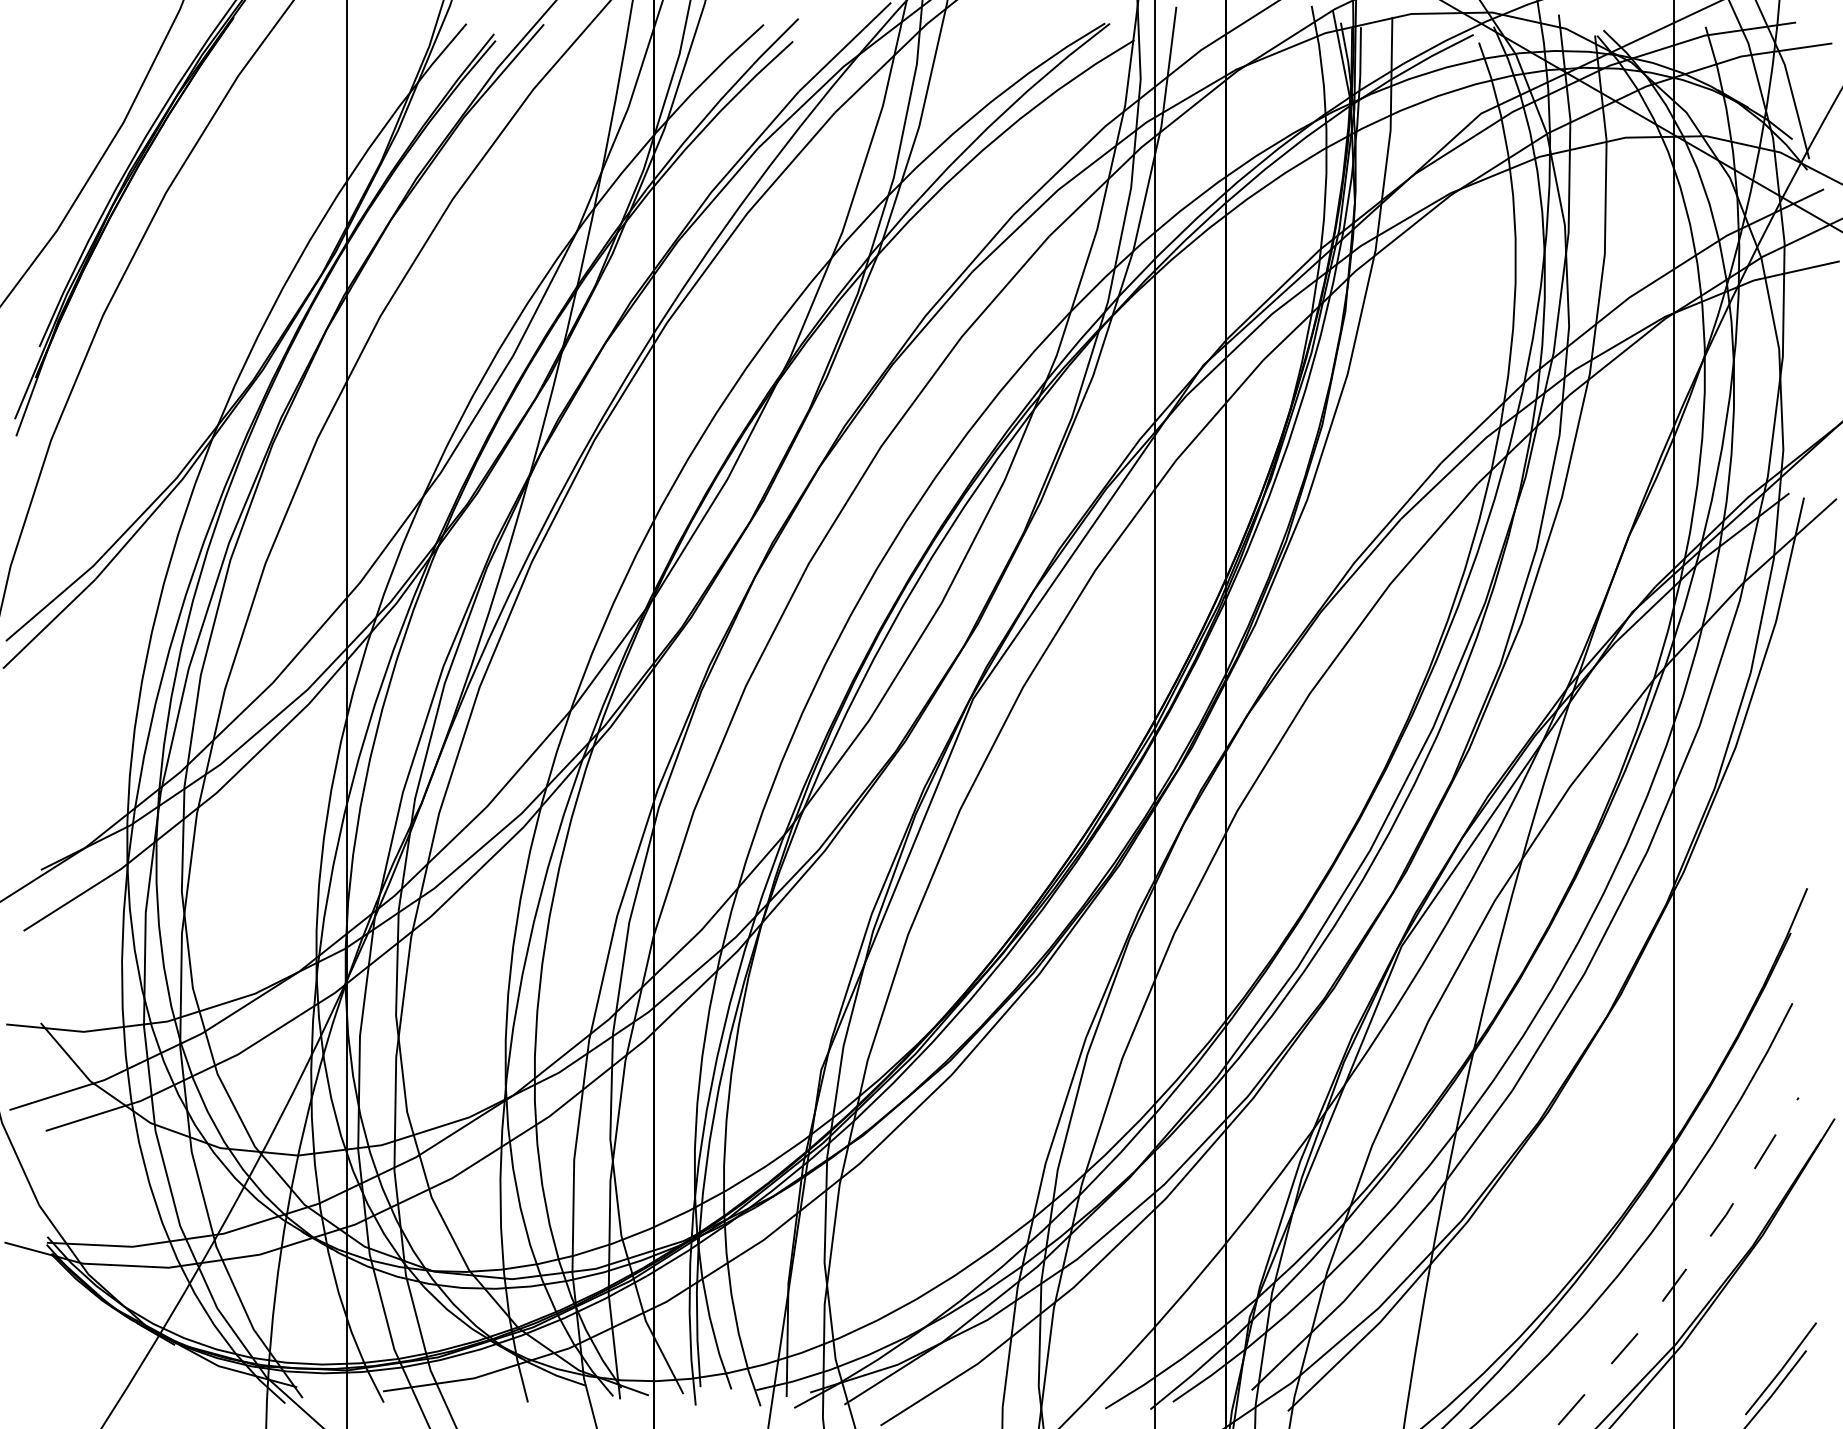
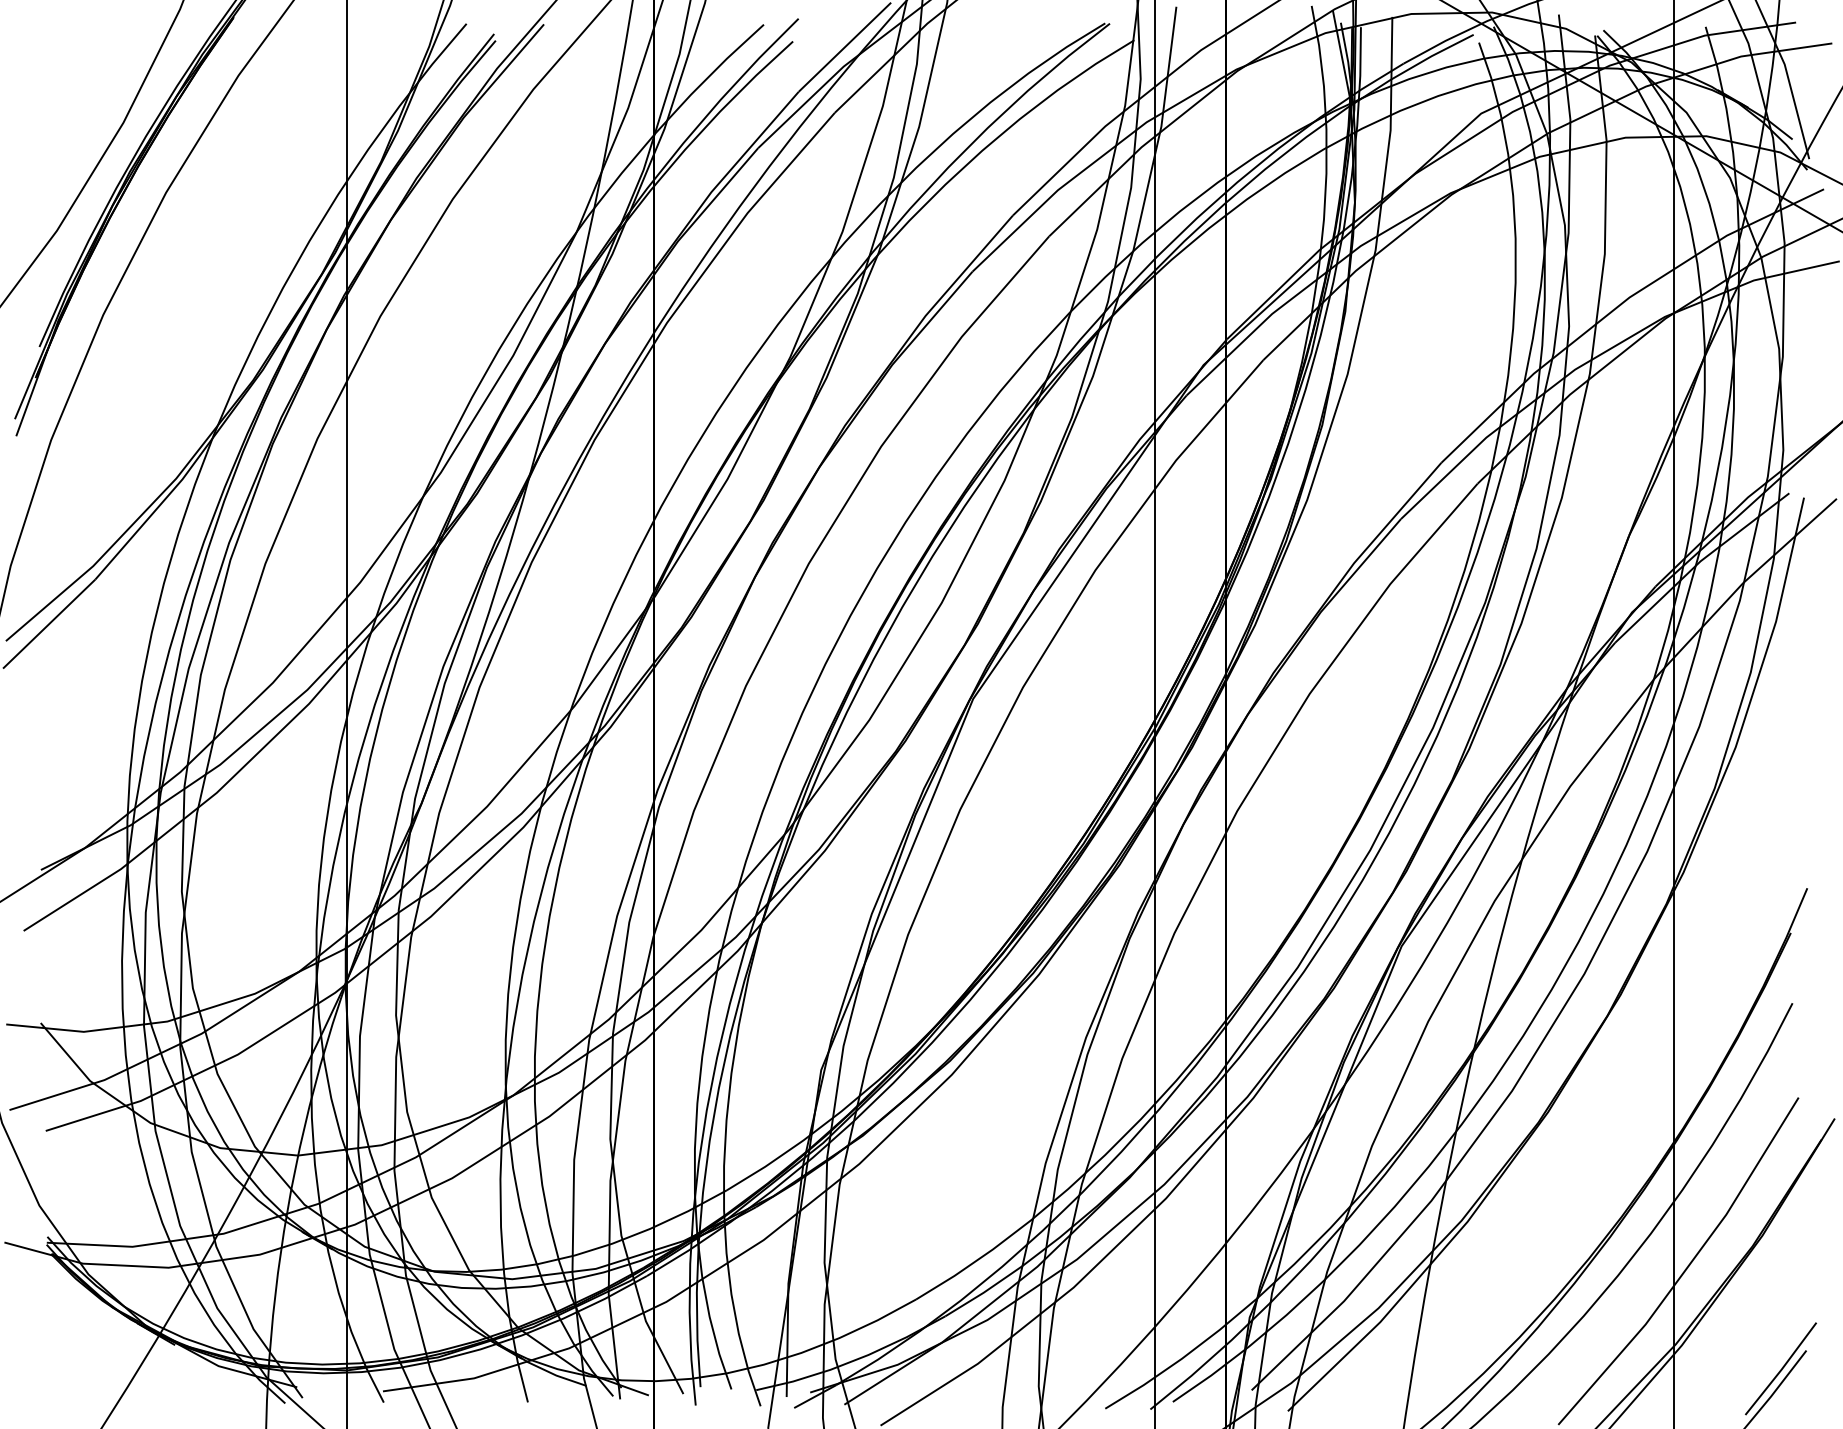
line at (1687, 1267): dashed -> solid
